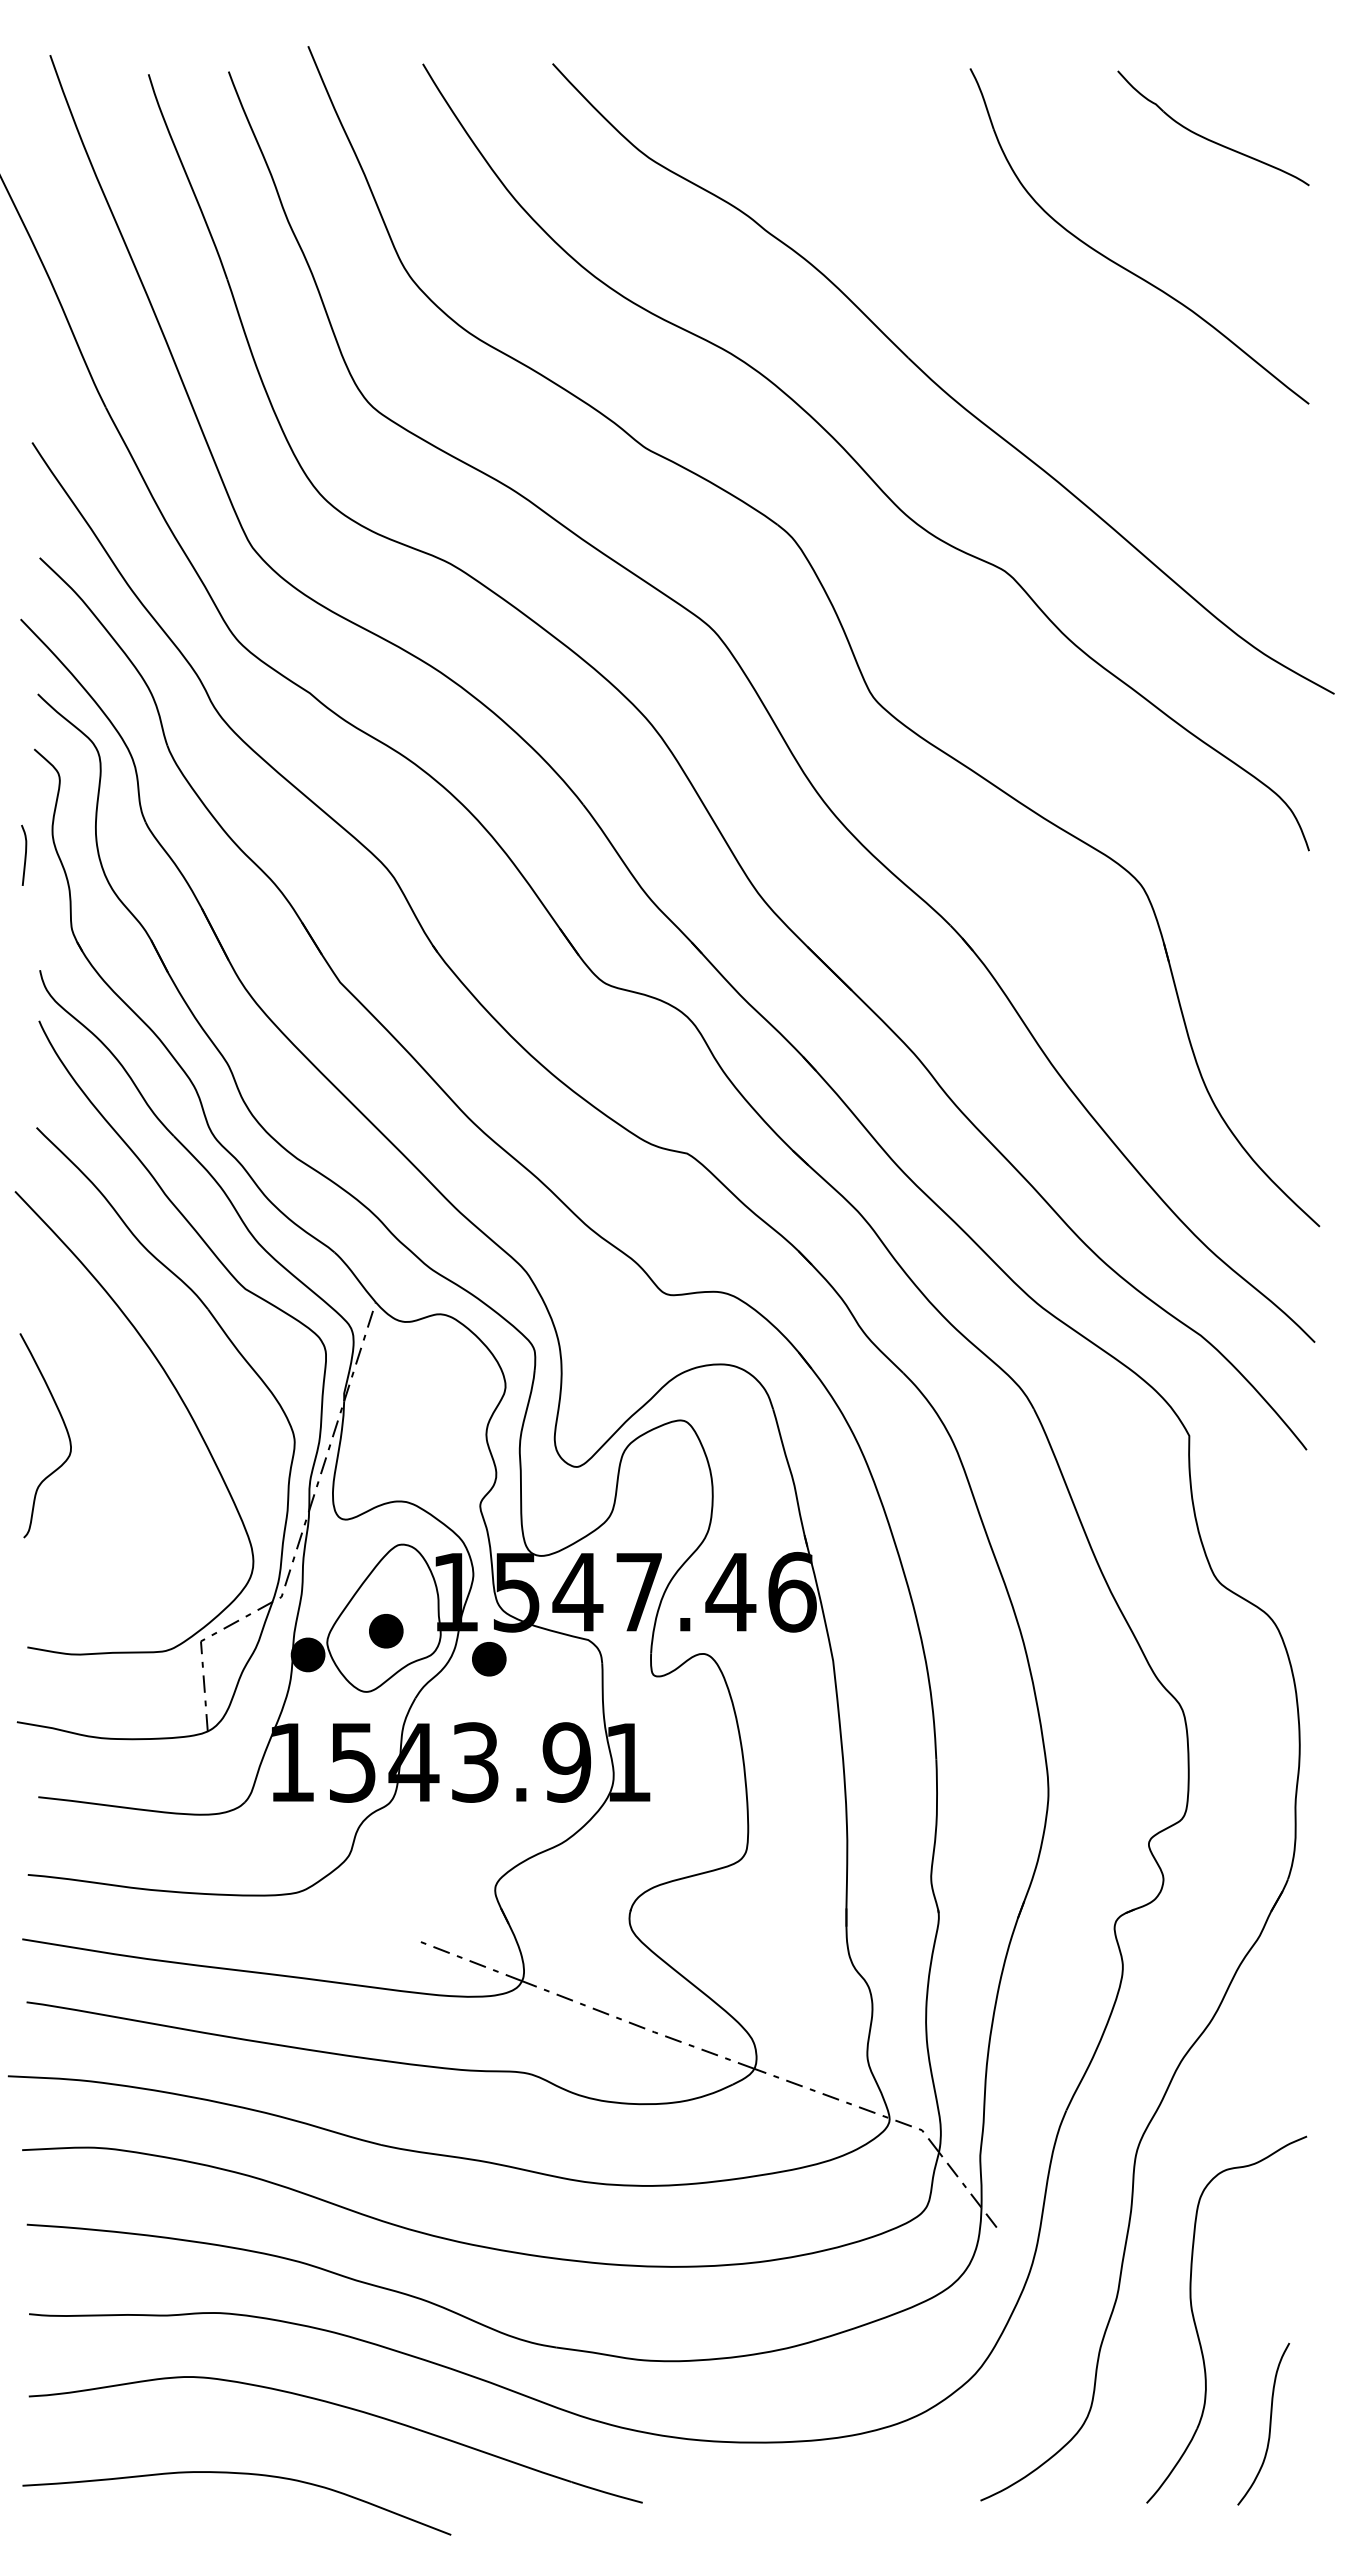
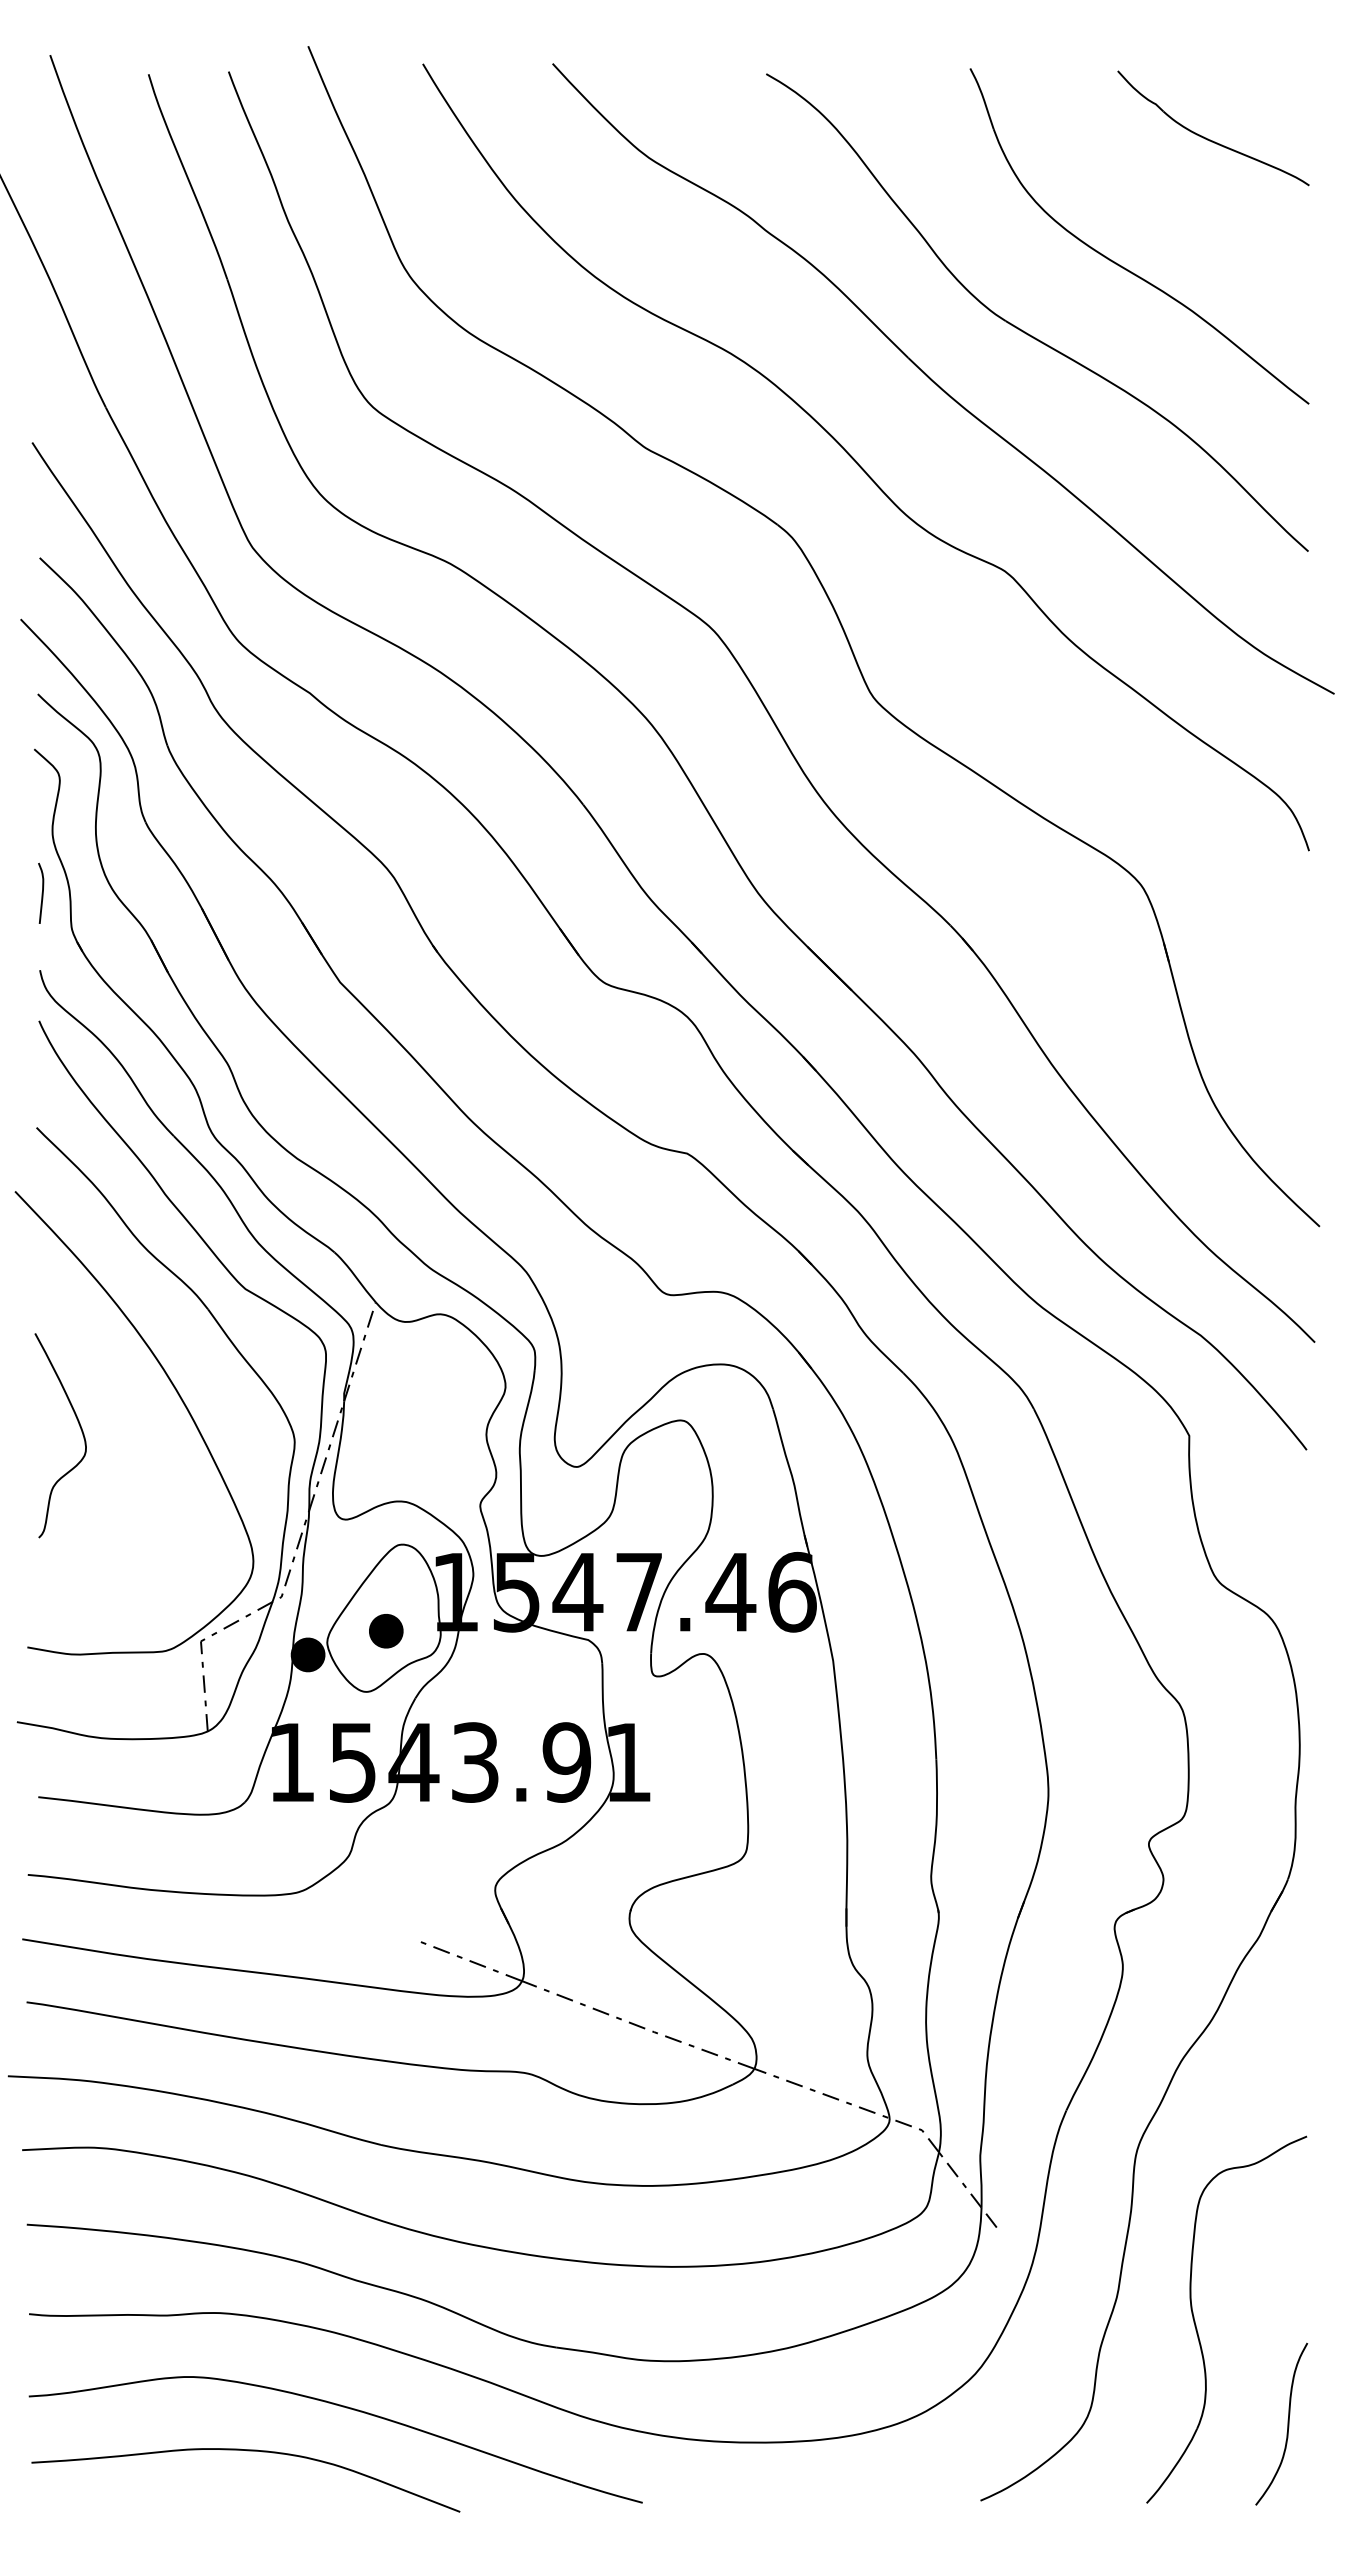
part at (1025, 331): none -> present
curve at (24, 854) position: (24, 854) -> (41, 892)
curve at (65, 1429) position: (65, 1429) -> (80, 1429)
part at (489, 1659): present -> none
curve at (1269, 2423) position: (1269, 2423) -> (1287, 2423)
curve at (238, 2474) position: (238, 2474) -> (247, 2451)
